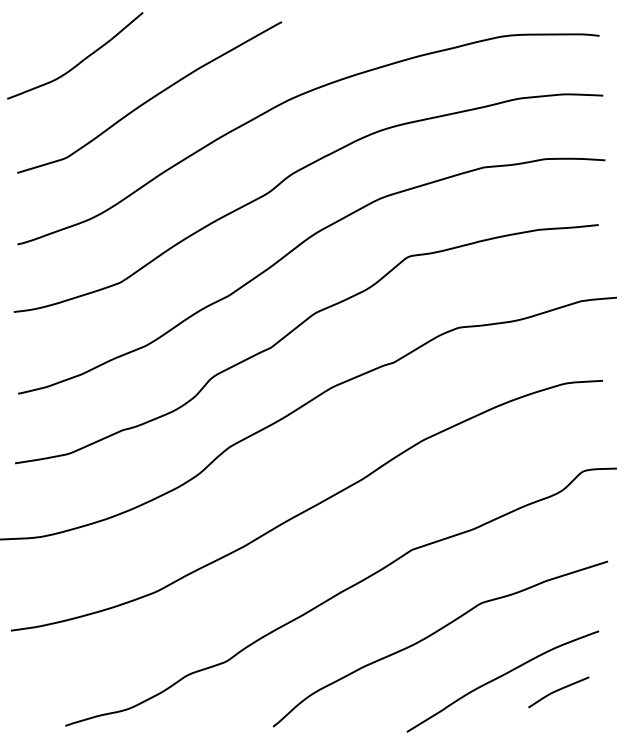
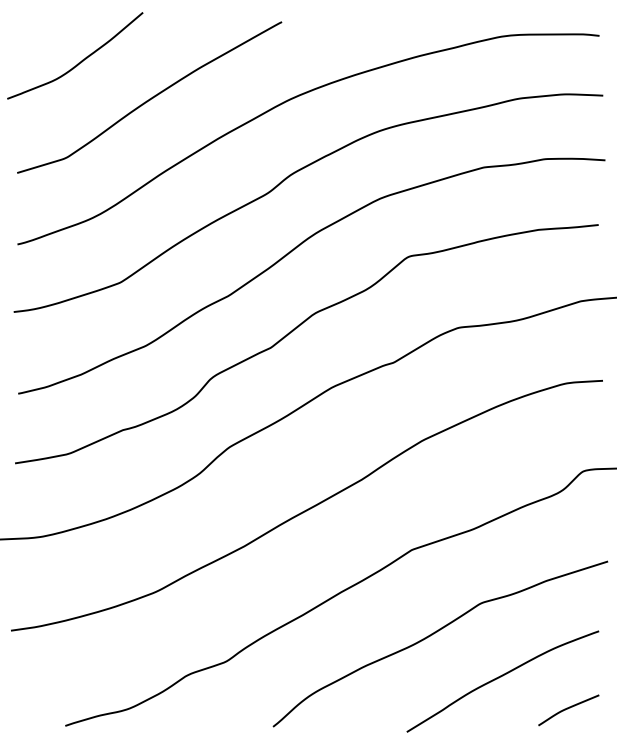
curve at (558, 691) position: (558, 691) -> (568, 709)
